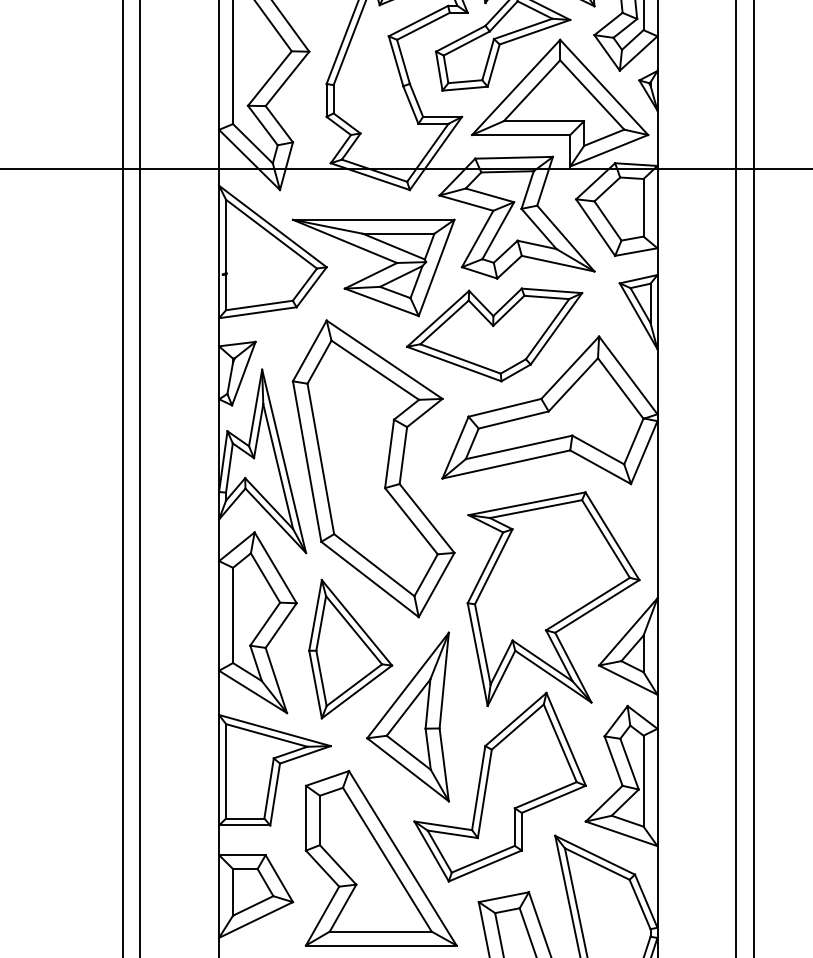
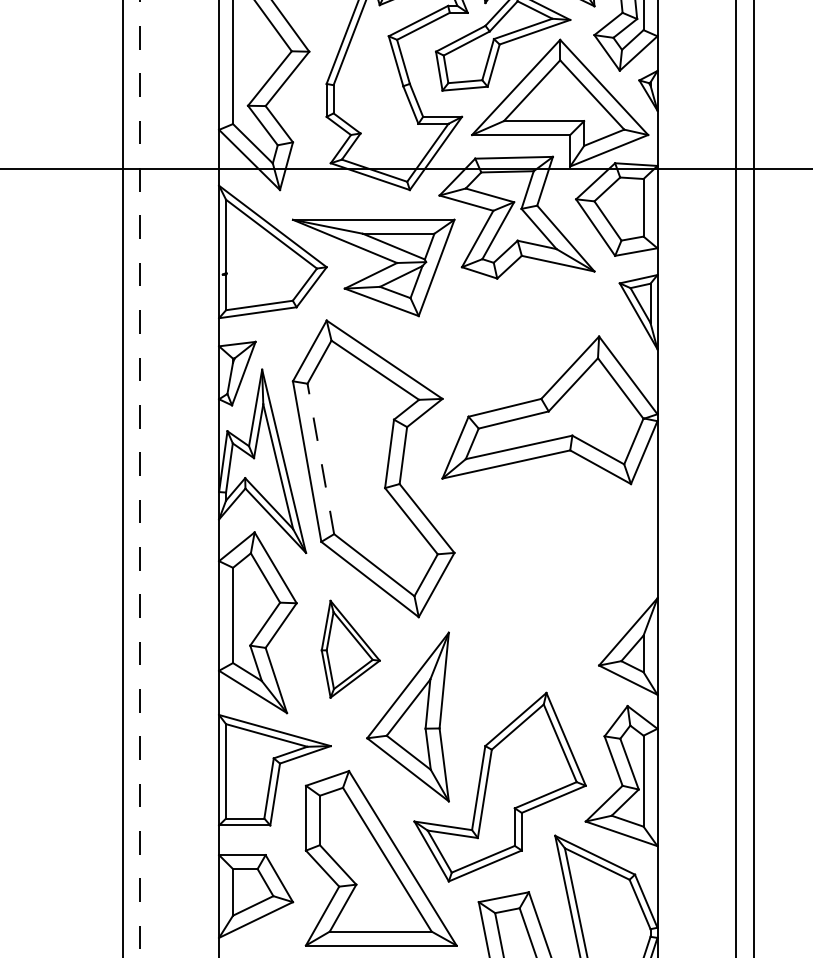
part at (494, 334): present -> none
line at (320, 458): solid -> dashed
line at (140, 479): solid -> dashed
part at (553, 598): present -> none
part at (350, 649) size: 86x141 px -> 61x100 px
